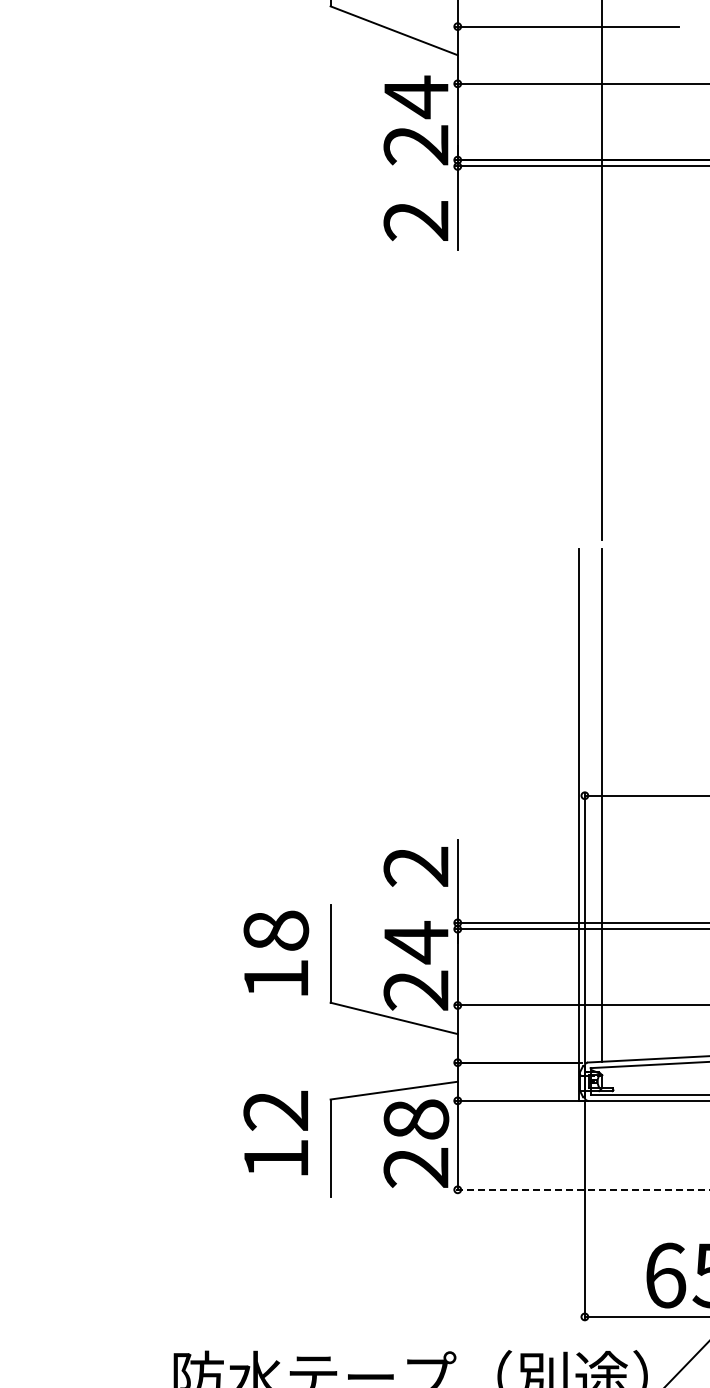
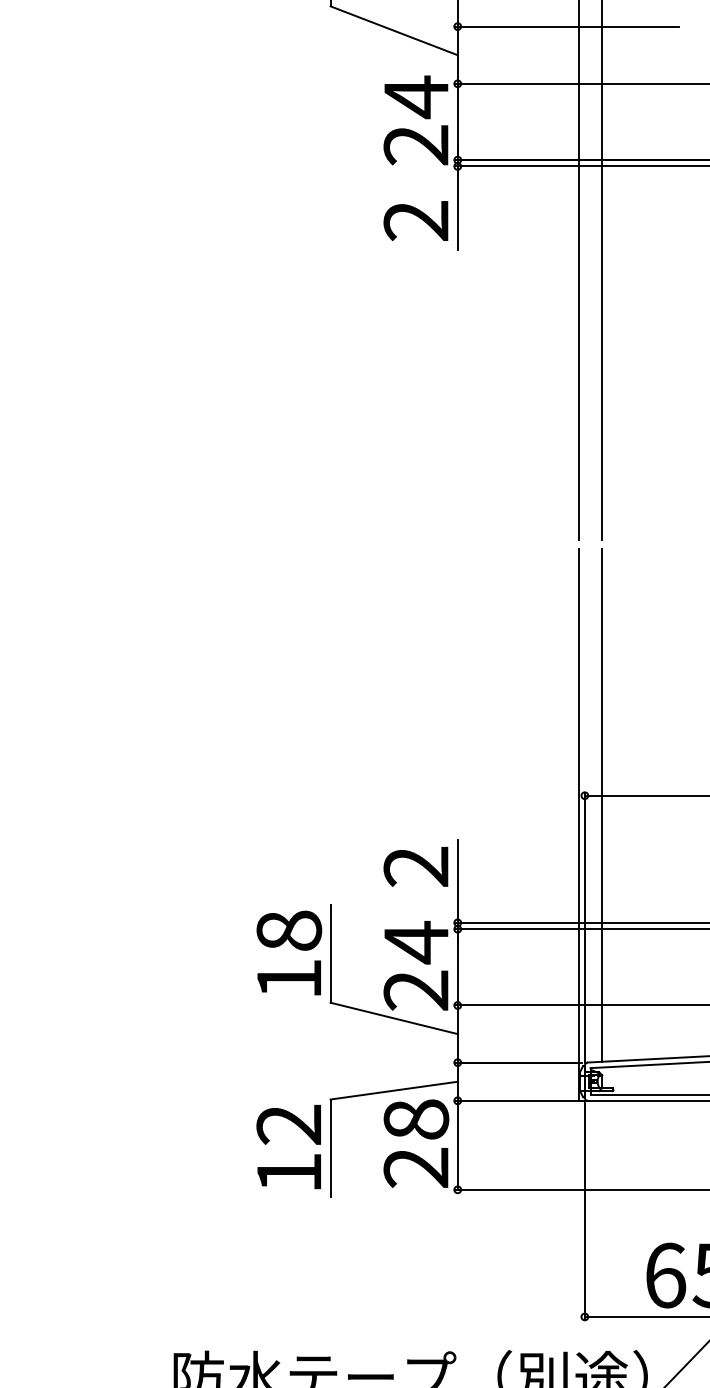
line at (579, 270): none -> present
text at (276, 952) position: (276, 952) -> (289, 952)
text at (275, 1133) position: (275, 1133) -> (288, 1147)
line at (581, 1189): dashed -> solid
